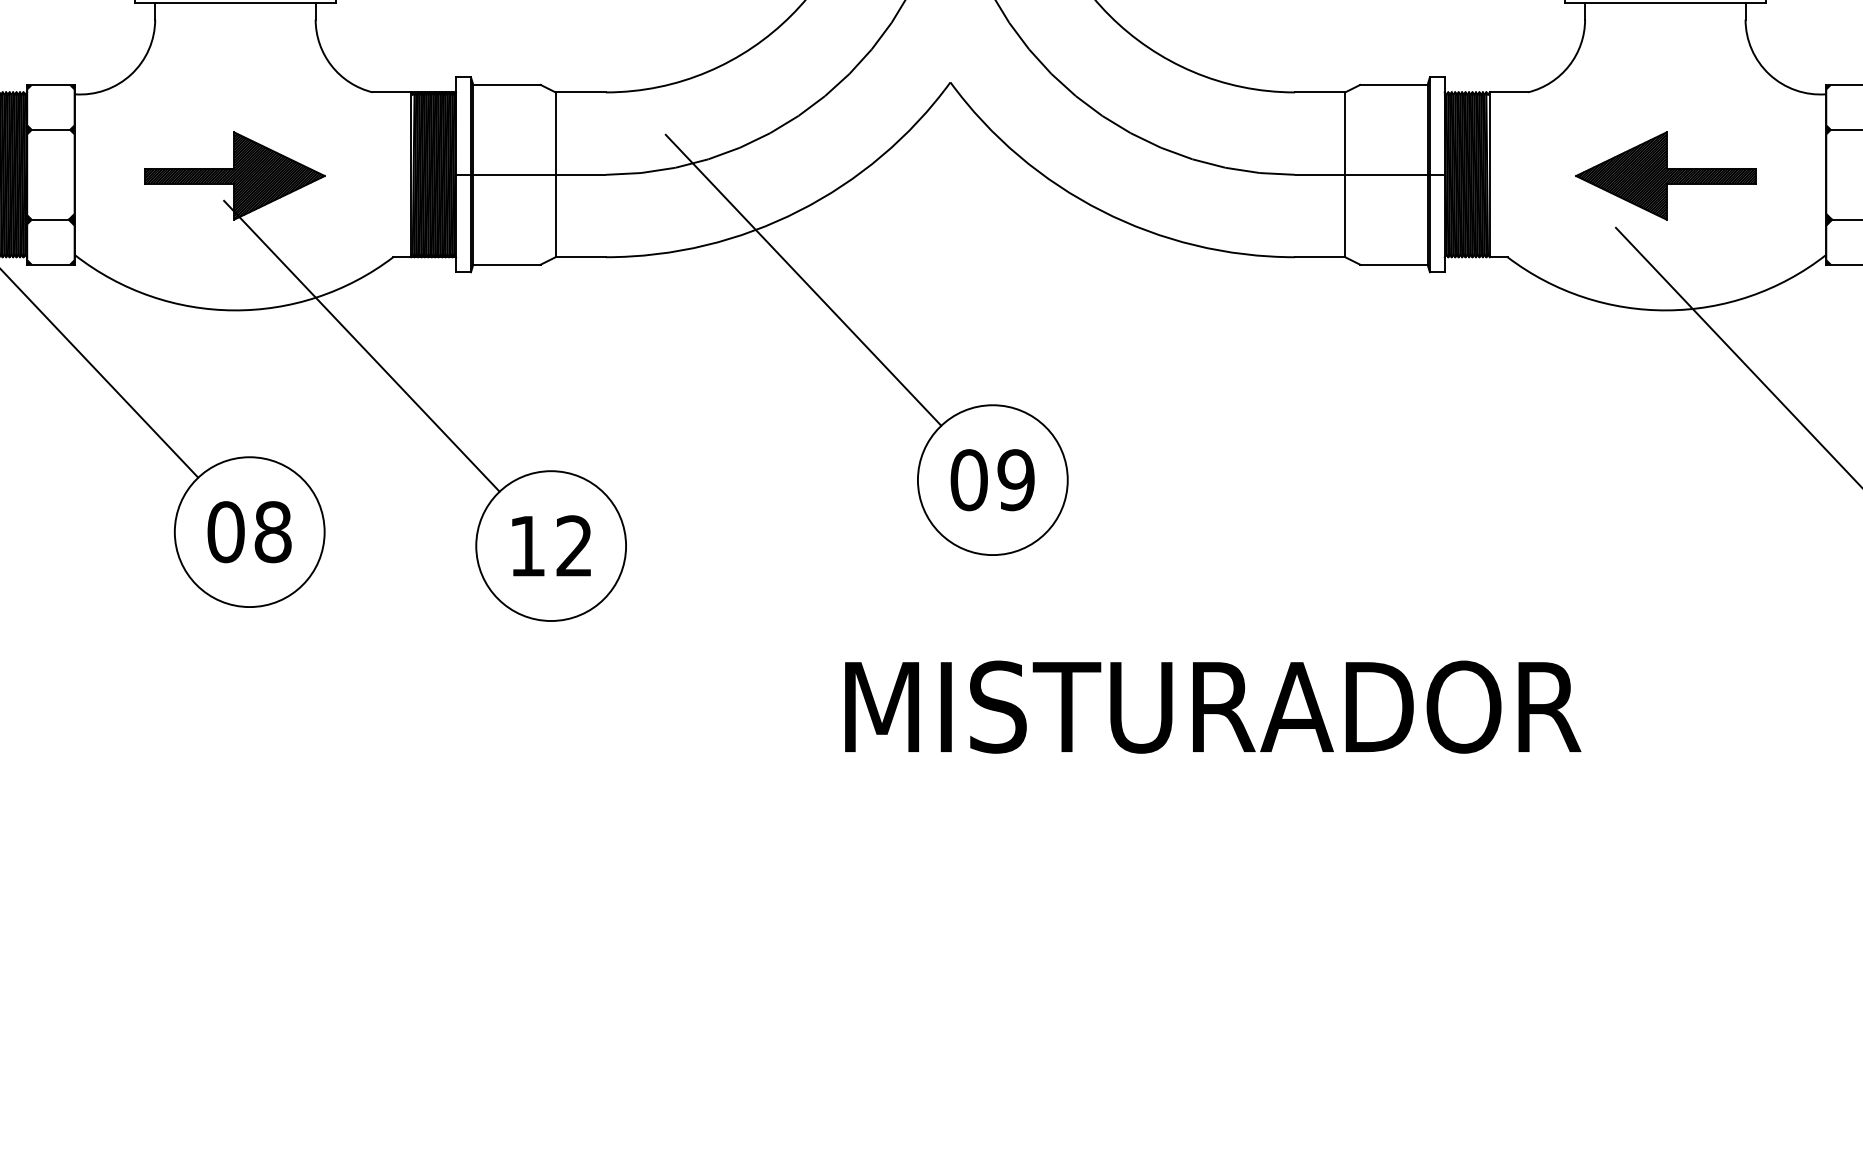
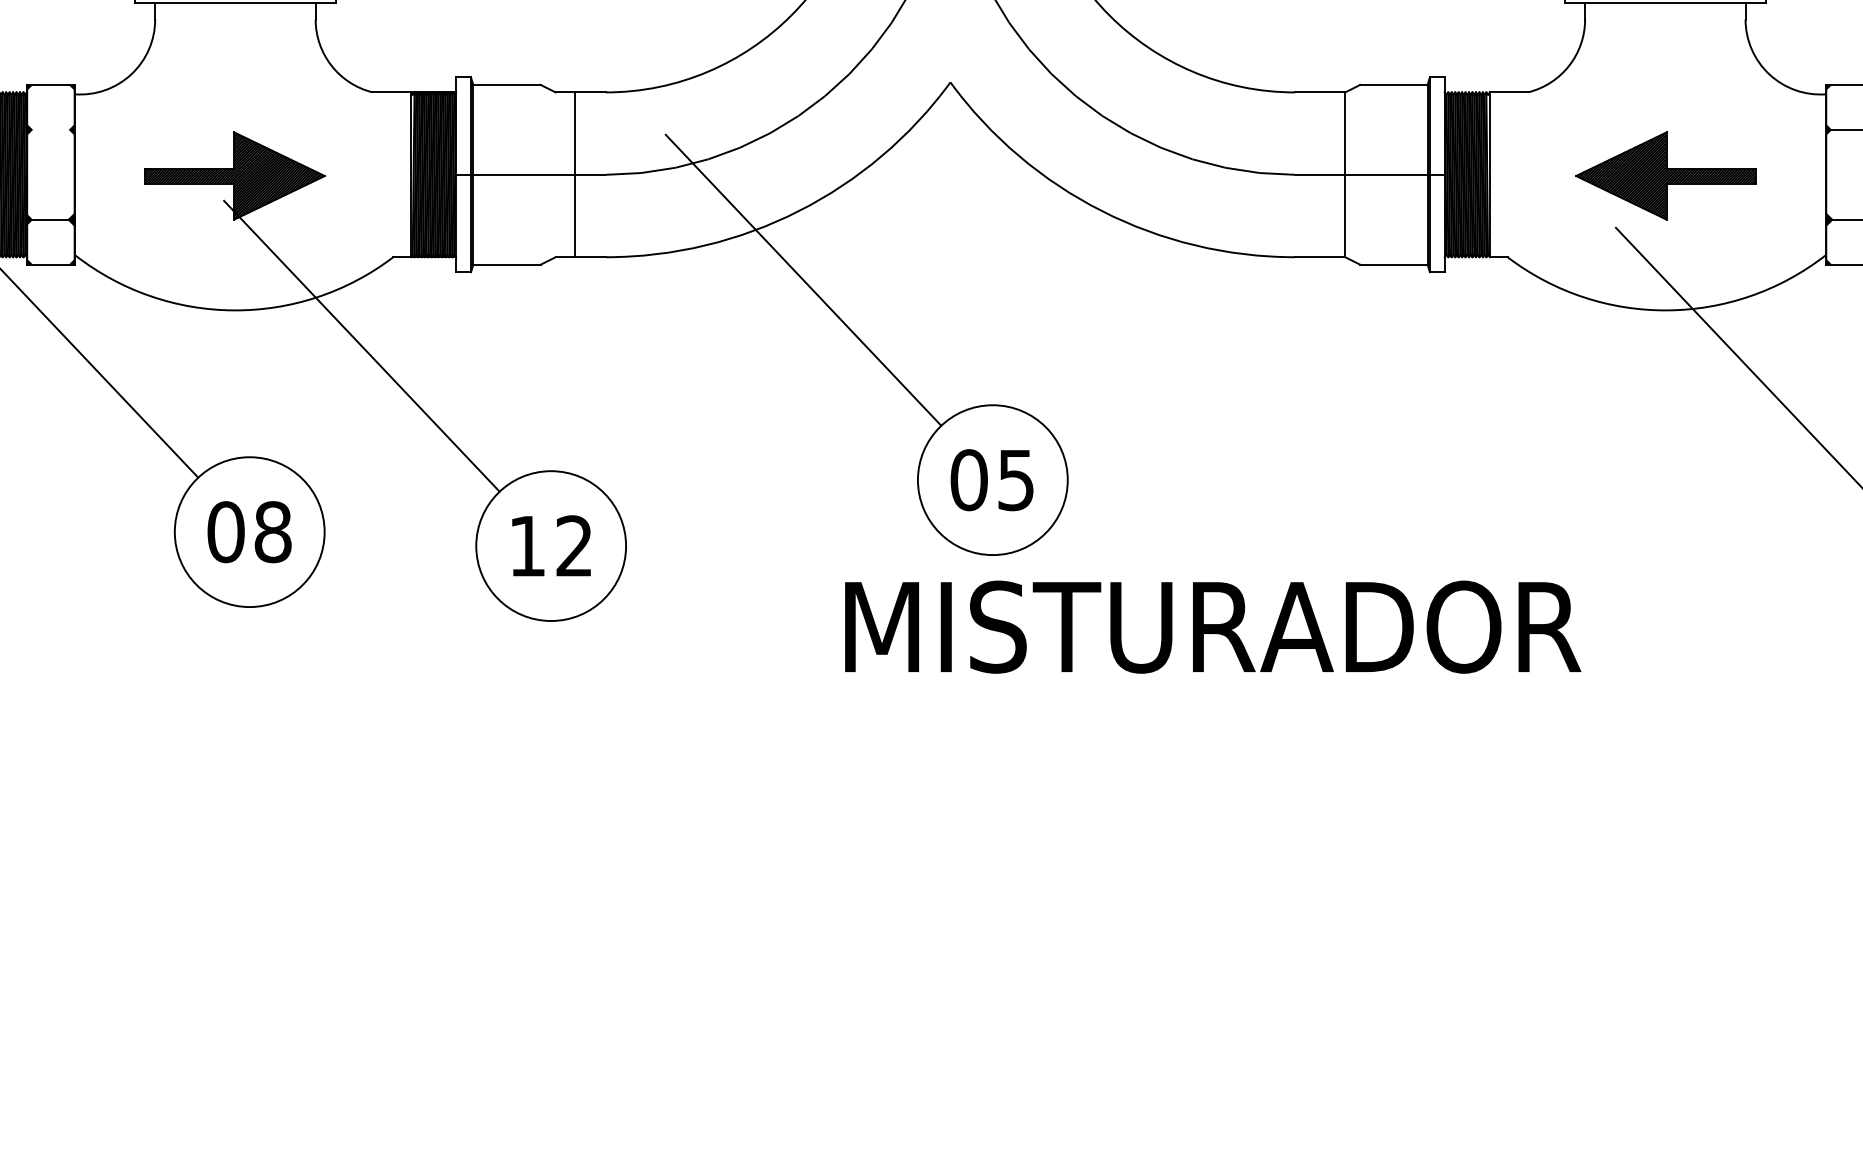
line at (50, 129): present -> none
line at (555, 174) position: (555, 174) -> (574, 174)
text at (1015, 480): 09 -> 05
text at (1213, 706) position: (1213, 706) -> (1213, 626)
